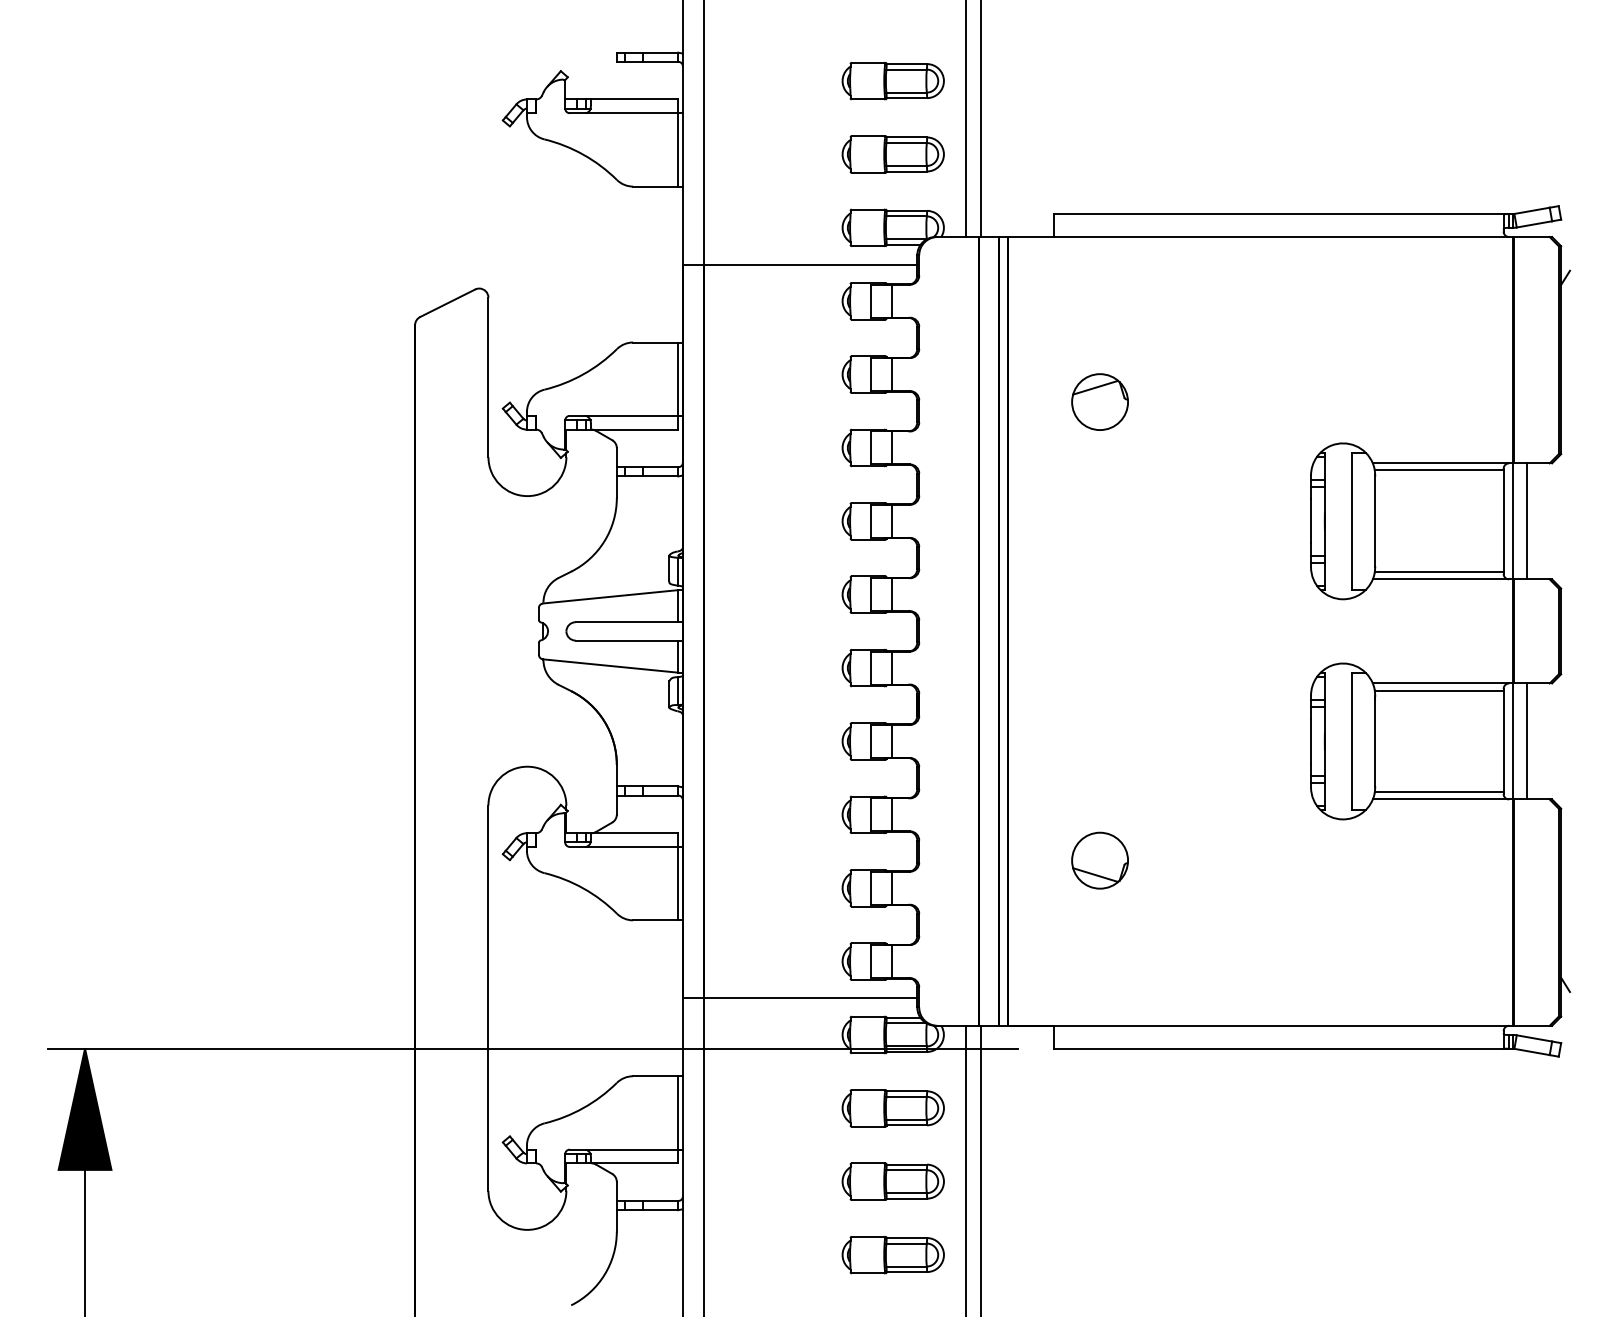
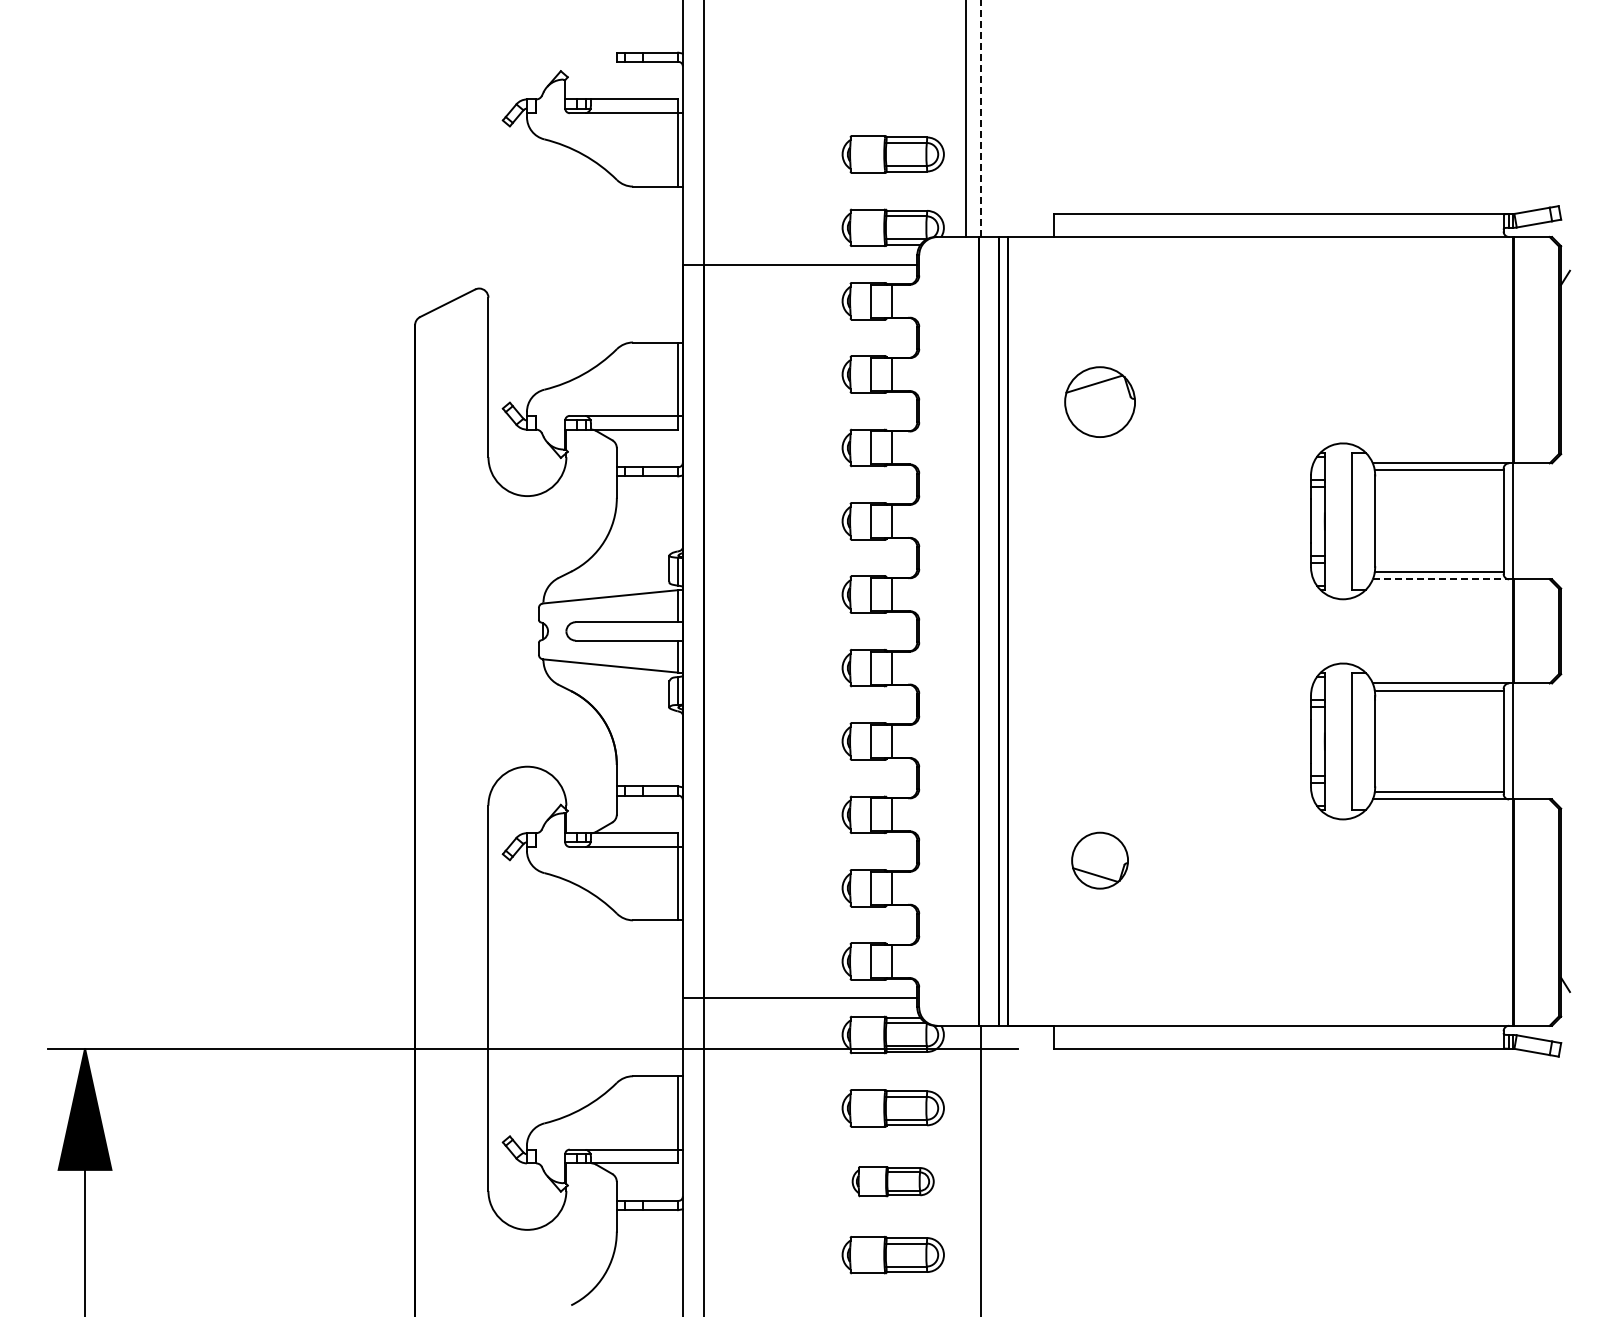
part at (892, 81): present -> none
line at (980, 118): solid -> dashed
part at (1099, 401) size: 58x58 px -> 72x72 px
line at (1526, 521): present -> none
line at (1441, 579): solid -> dashed
line at (1526, 741): present -> none
line at (965, 1169): present -> none
part at (892, 1181) size: 104x39 px -> 84x32 px
